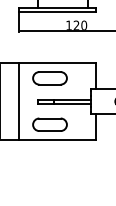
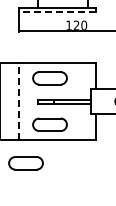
line at (57, 12): solid -> dashed
line at (18, 101): solid -> dashed
part at (25, 163): none -> present
